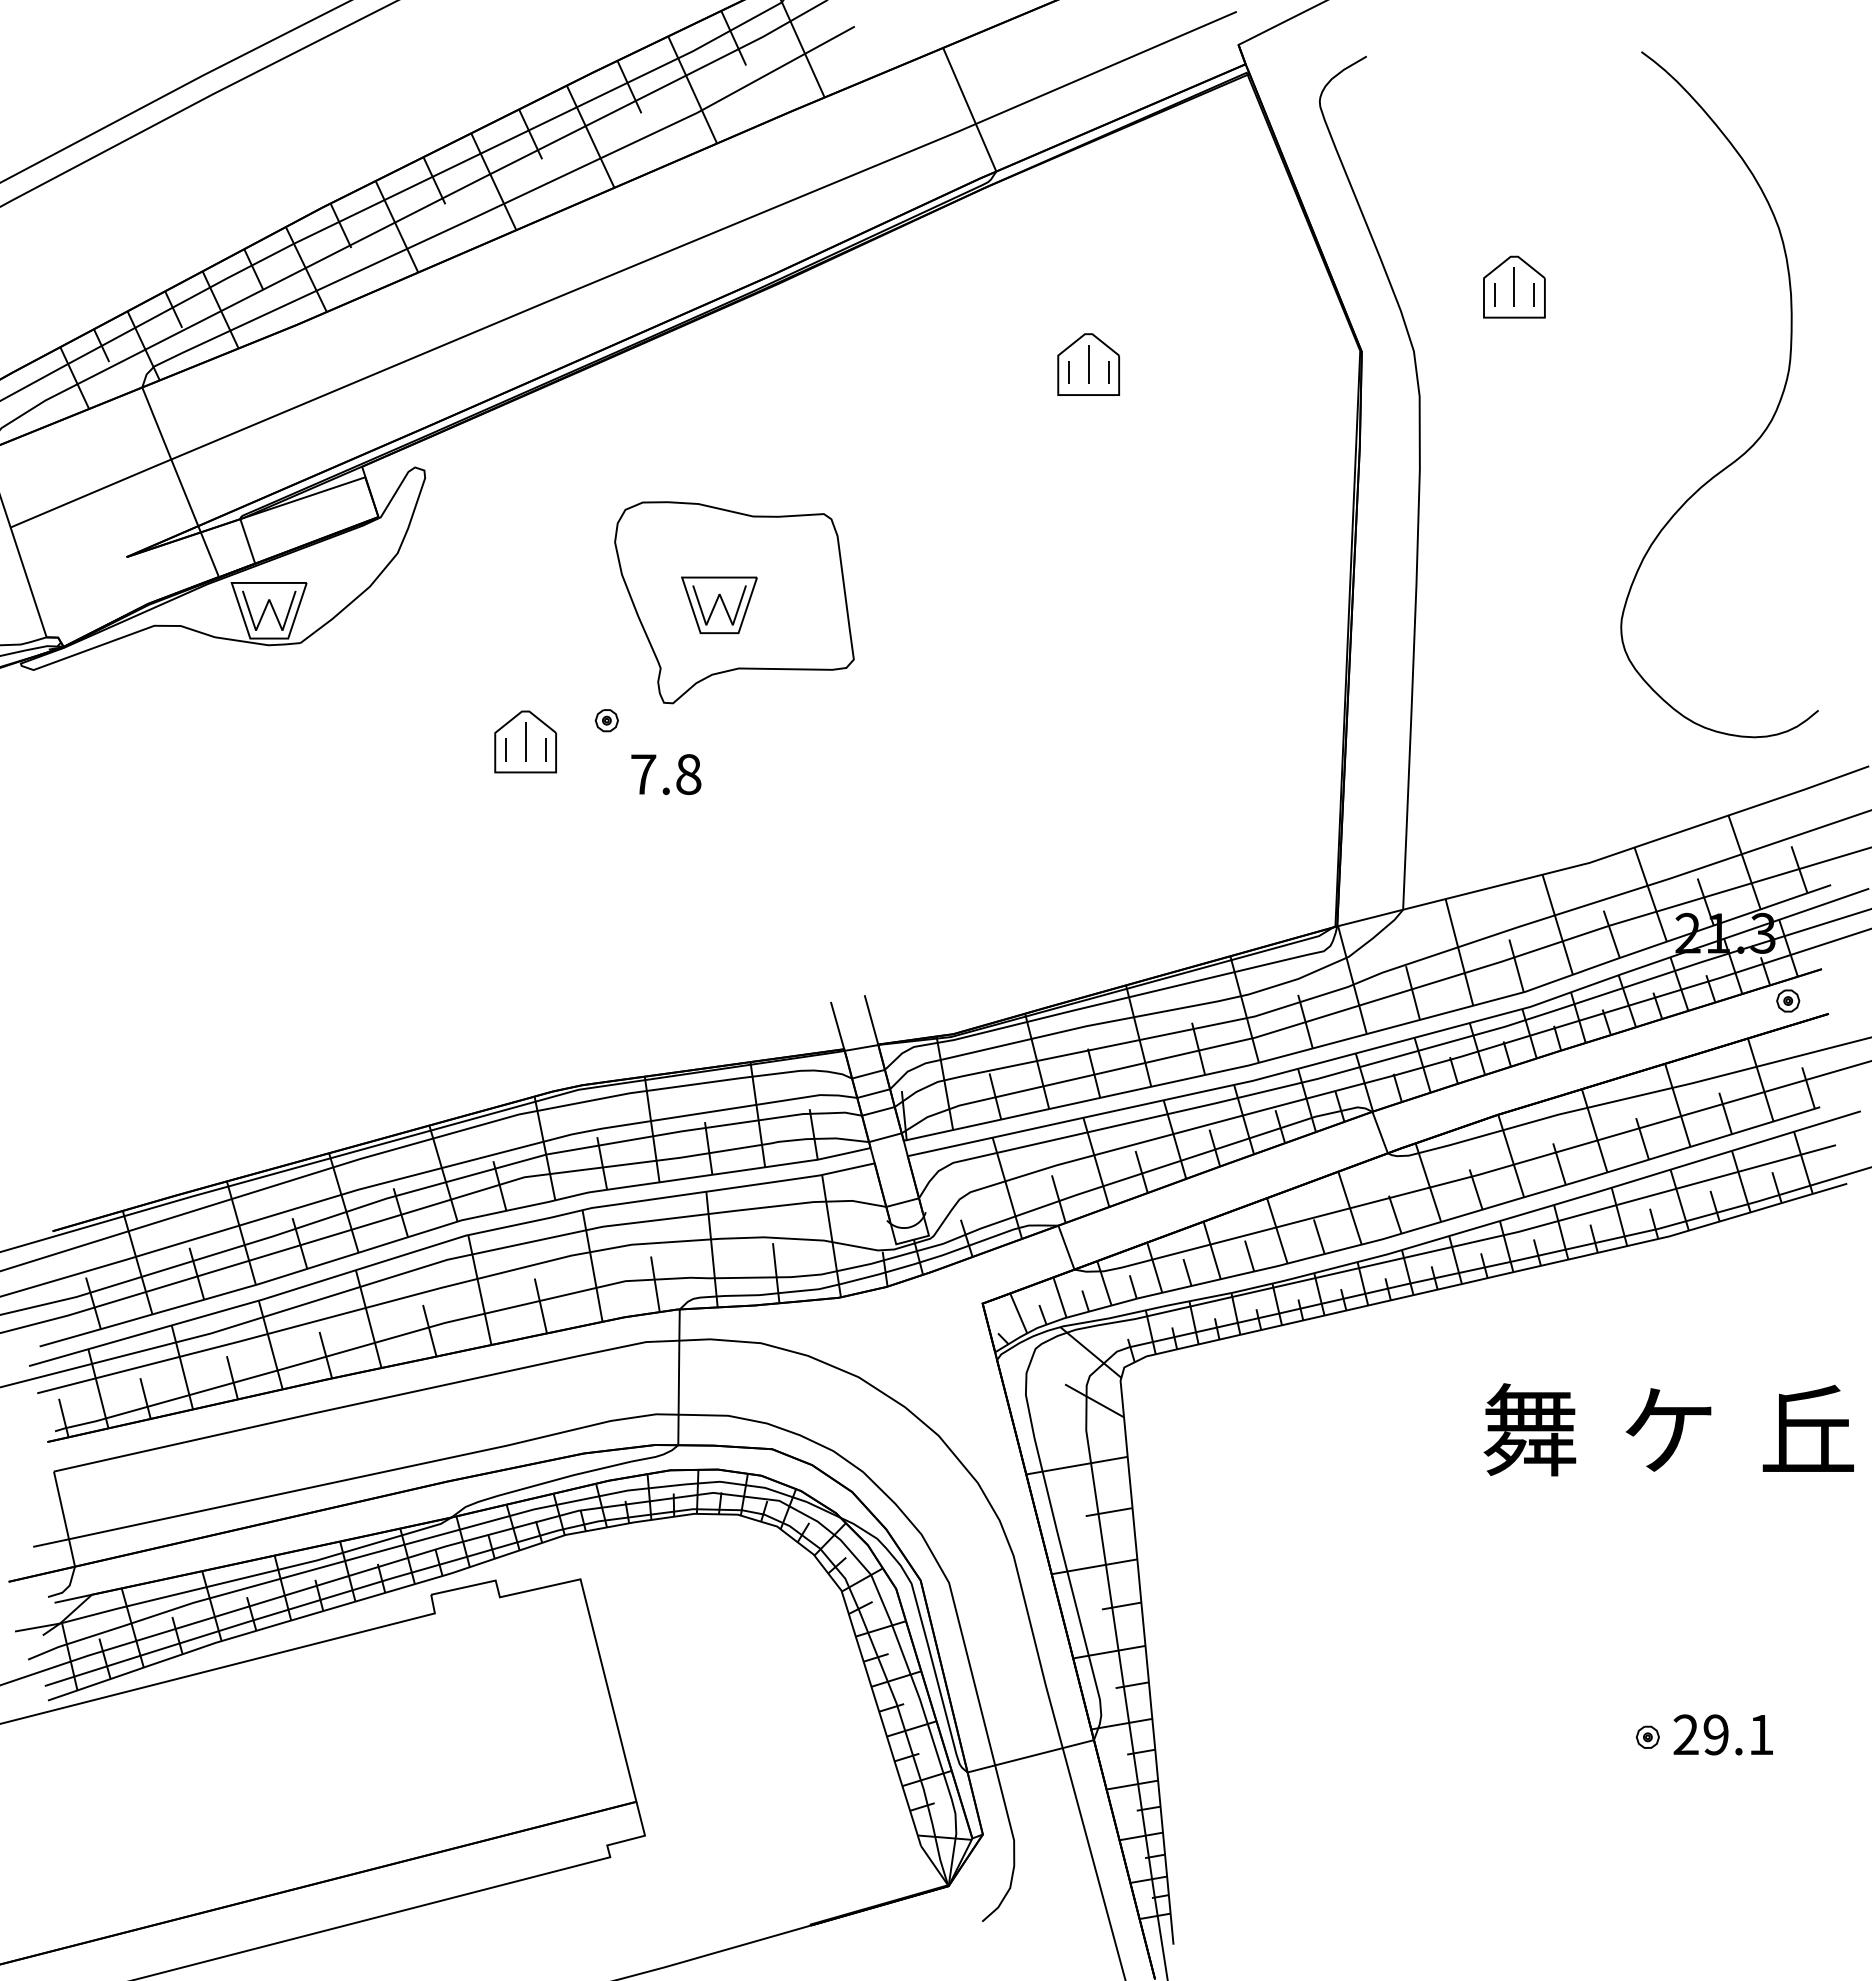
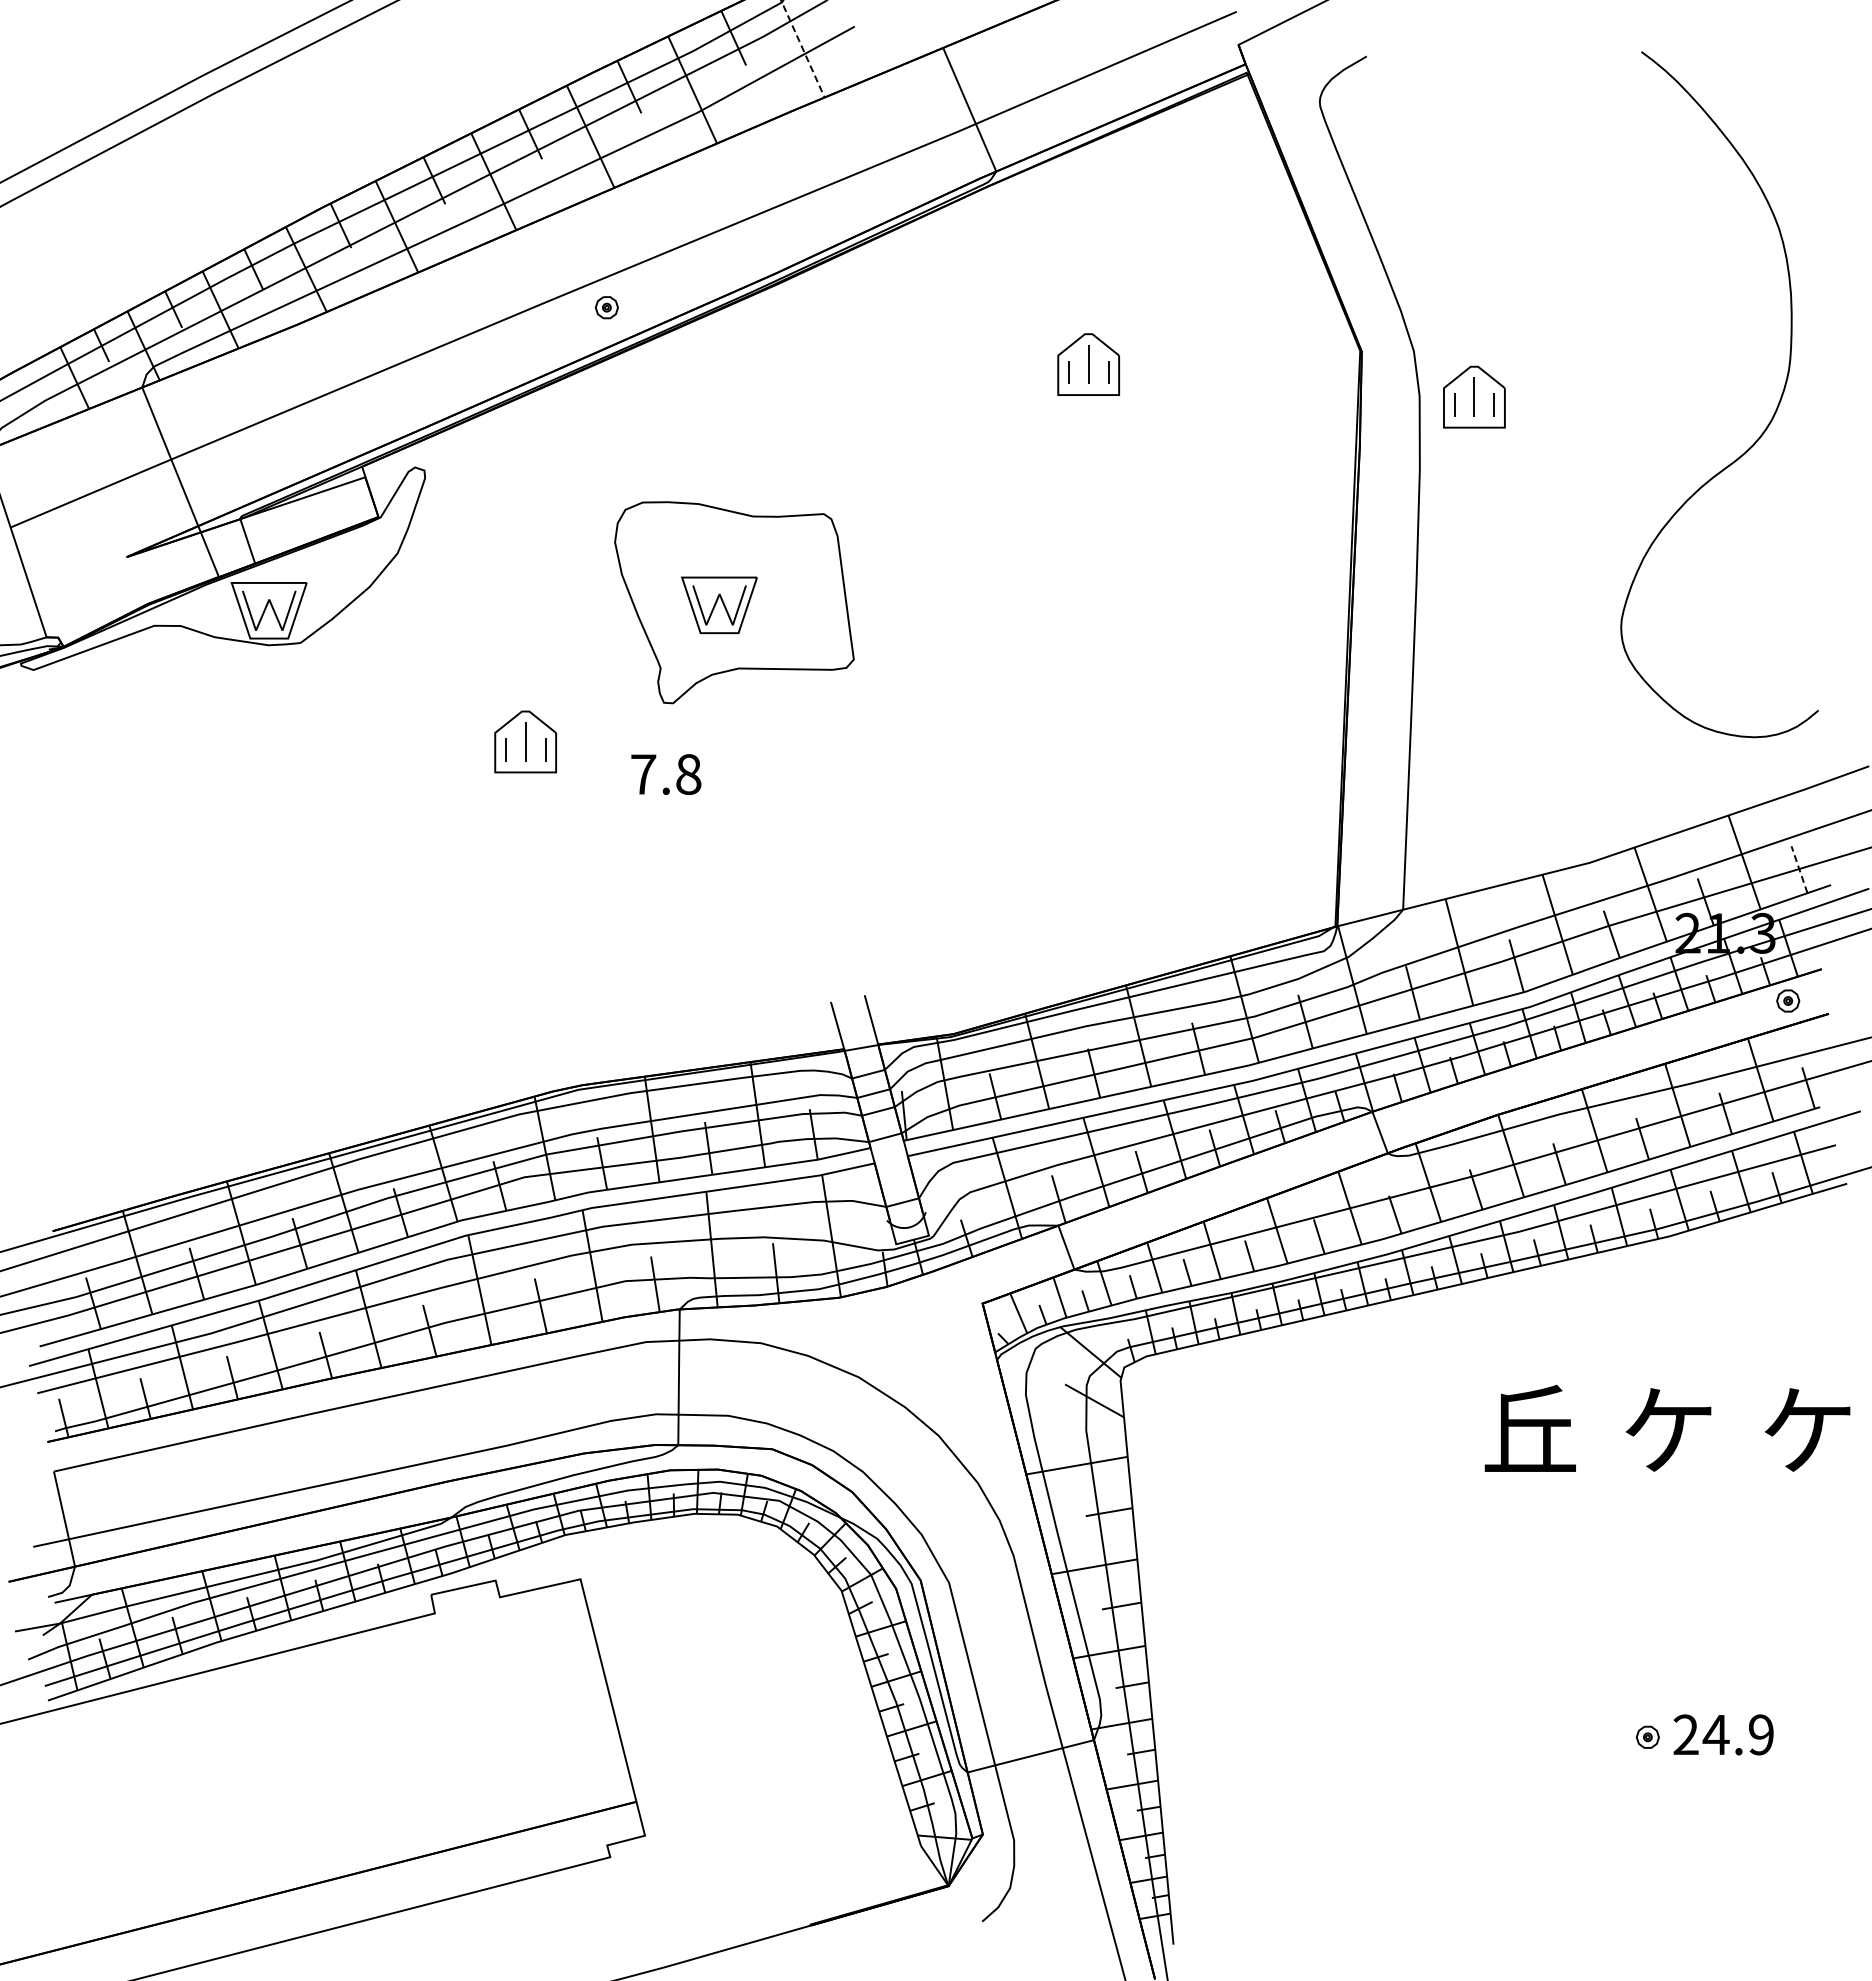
line at (802, 49): solid -> dashed
part at (1514, 286) position: (1514, 286) -> (1474, 396)
part at (606, 720) position: (606, 720) -> (606, 307)
line at (1799, 869): solid -> dashed
text at (1807, 1427): 丘 -> ケ
text at (1529, 1429): 舞 -> 丘
text at (1737, 1734): 29.1 -> 24.9
